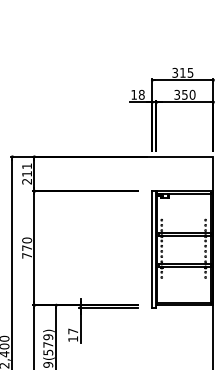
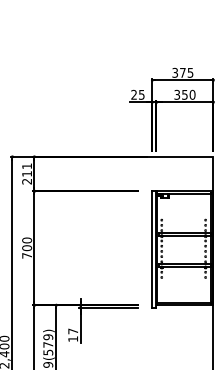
text at (182, 72): 315 -> 375
text at (137, 94): 18 -> 25
text at (27, 248): 770 -> 700
